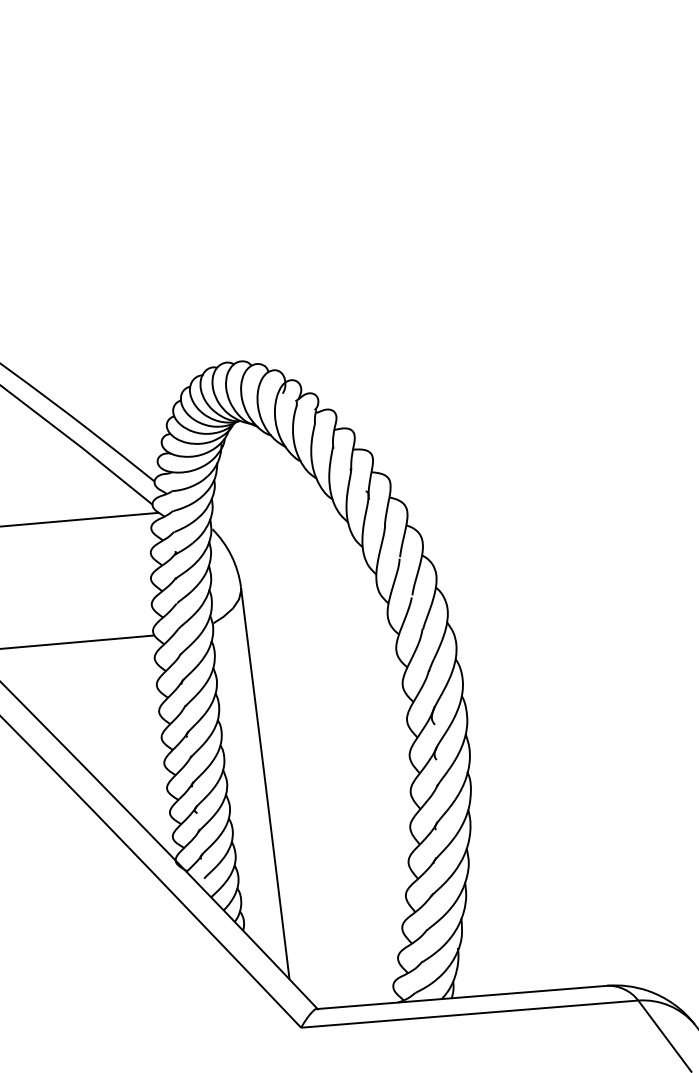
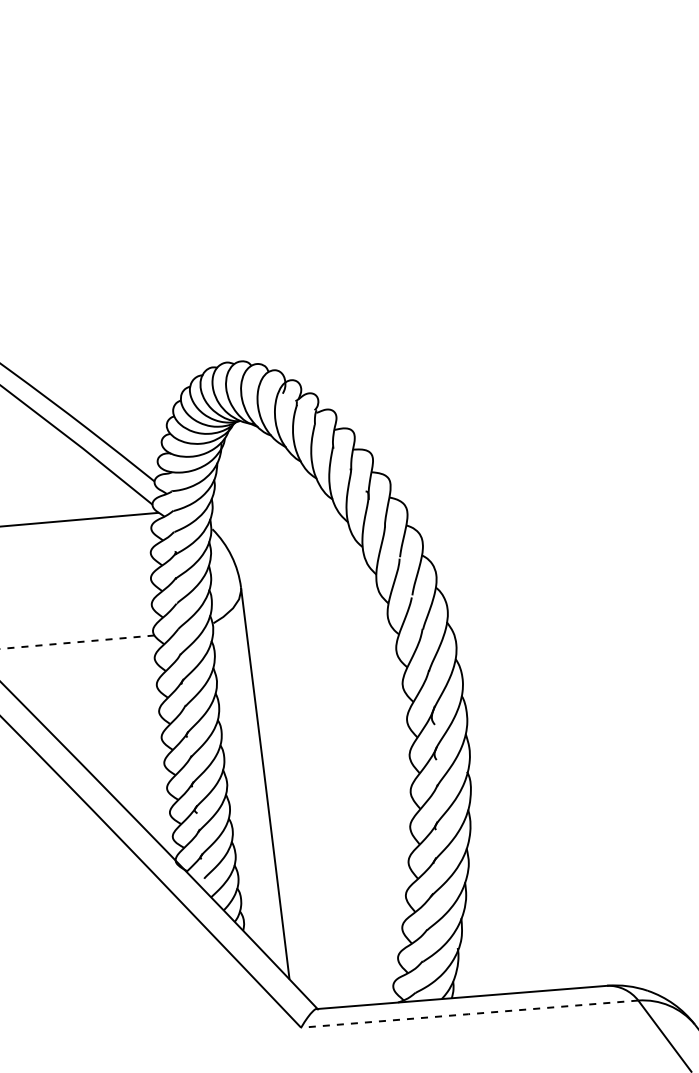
line at (77, 642): solid -> dashed
line at (469, 1014): solid -> dashed
